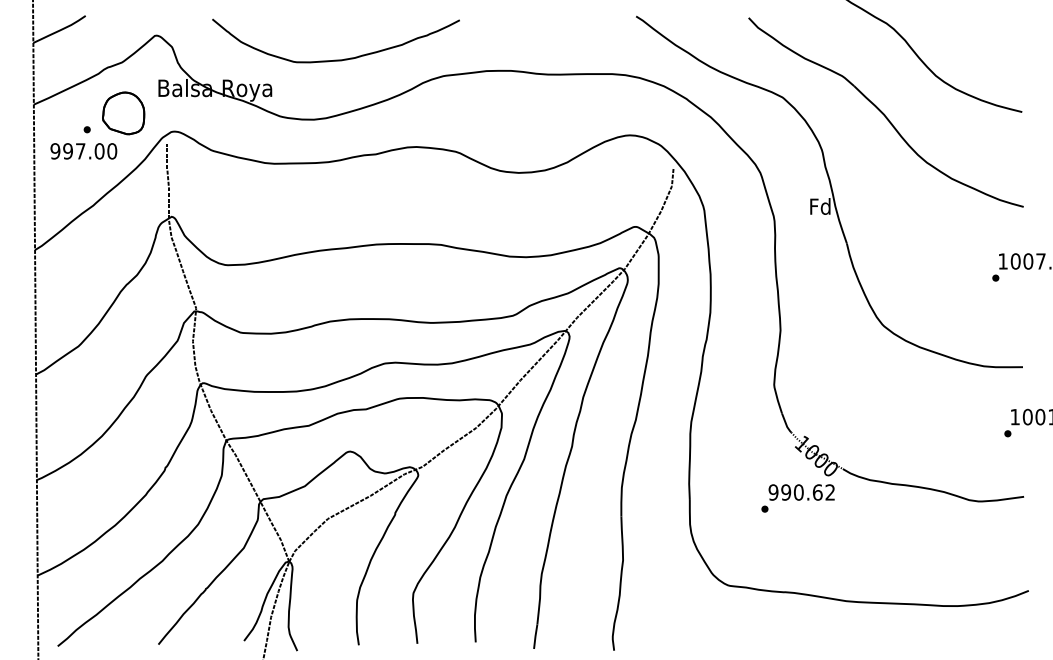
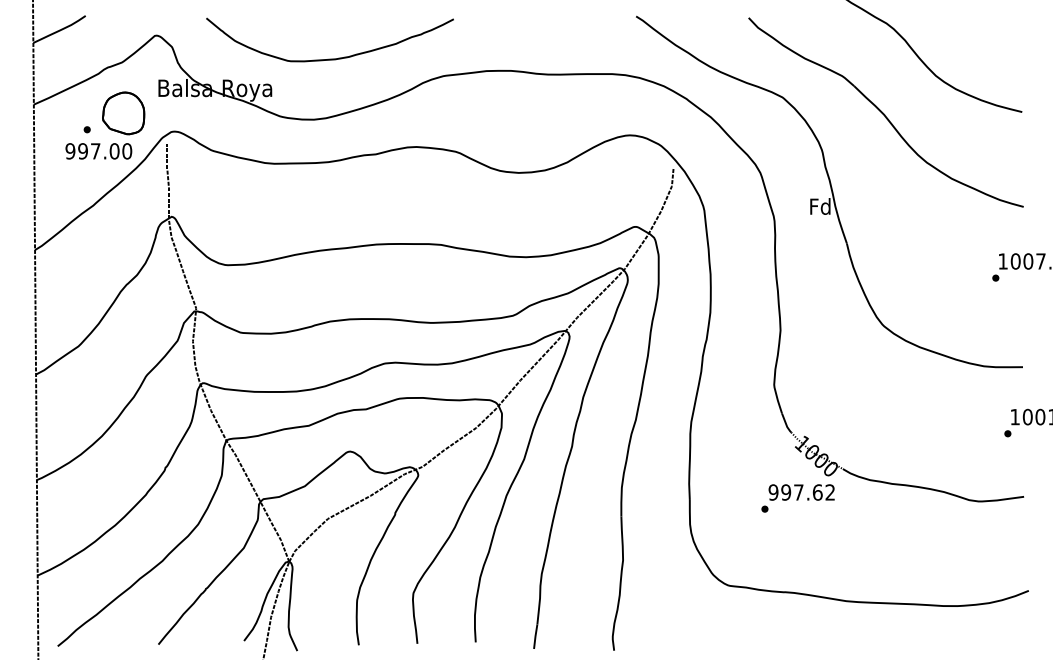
curve at (335, 59) position: (335, 59) -> (329, 58)
text at (83, 151) position: (83, 151) -> (98, 151)
text at (798, 492): 990.62 -> 997.62
